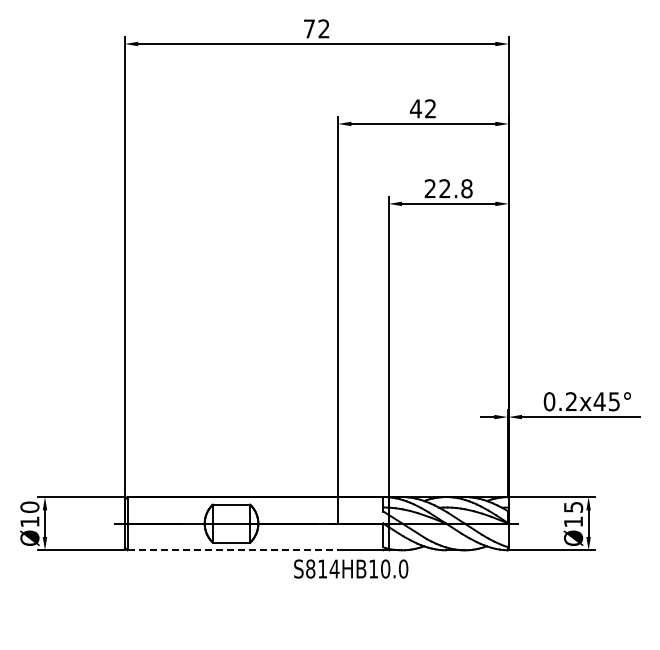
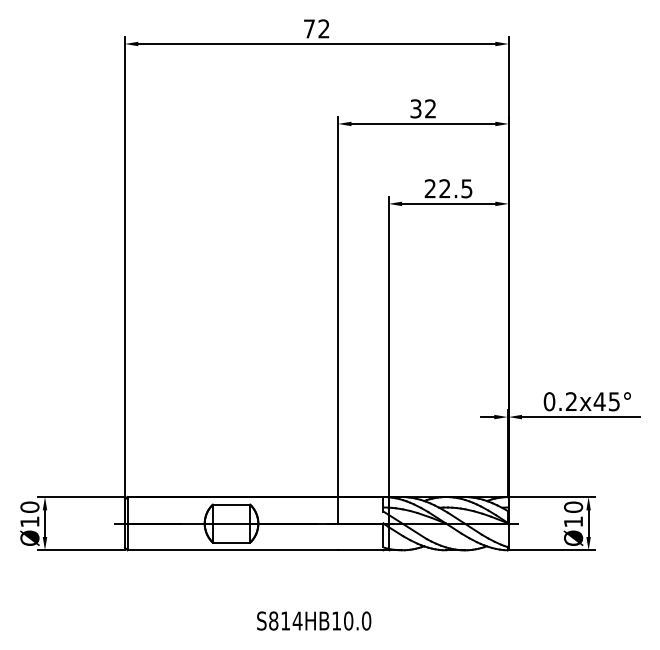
text at (415, 108): 42 -> 32
text at (466, 188): 22.8 -> 22.5
text at (573, 506): Ø15 -> Ø10
line at (233, 550): dashed -> solid
text at (351, 568) position: (351, 568) -> (314, 620)
